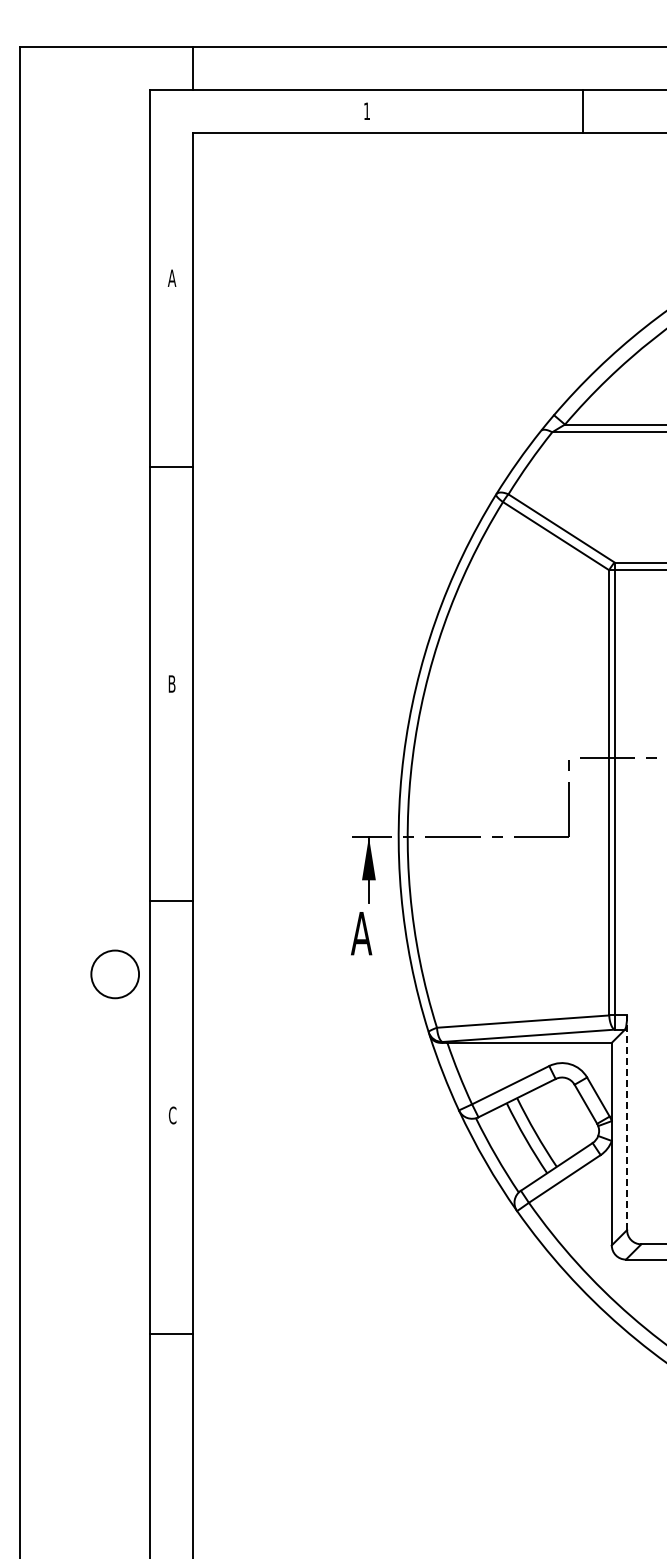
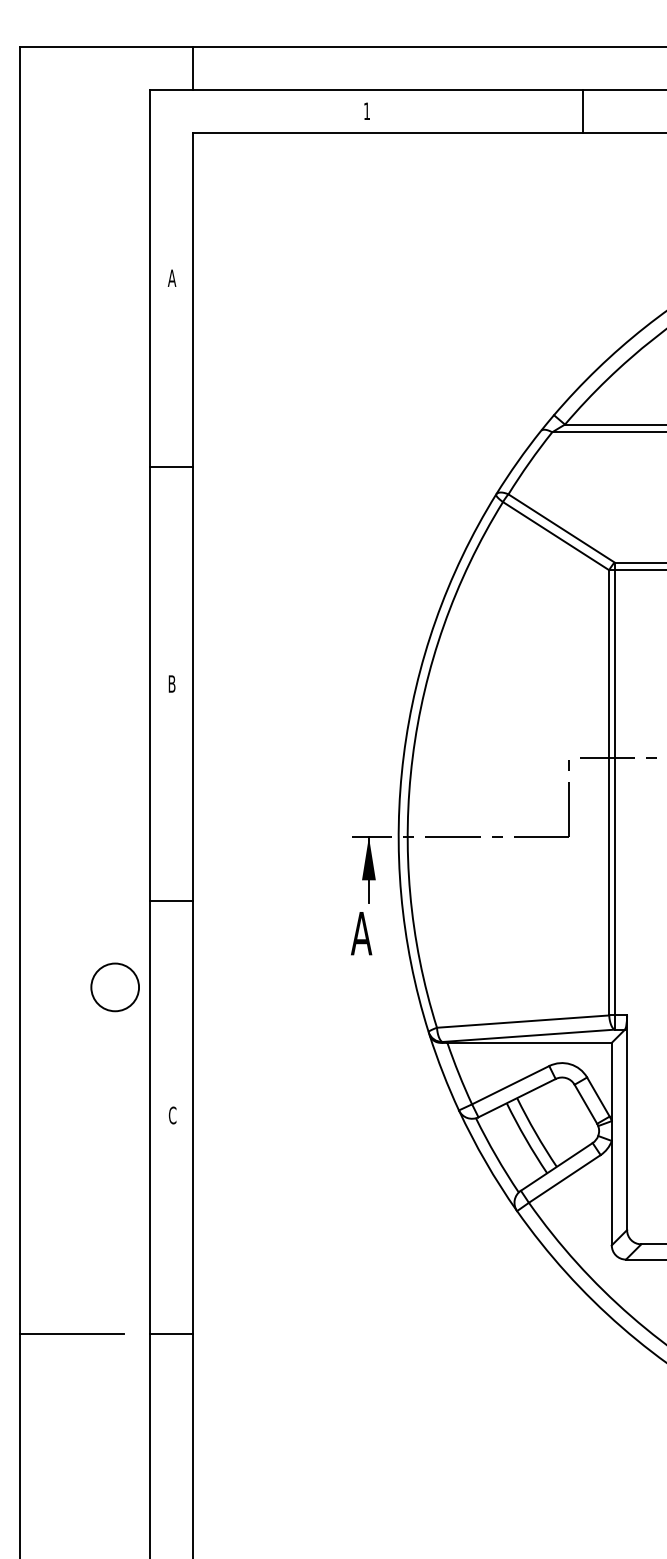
circle at (114, 974) position: (114, 974) -> (114, 987)
line at (627, 1122): dashed -> solid
line at (71, 1334): none -> present
